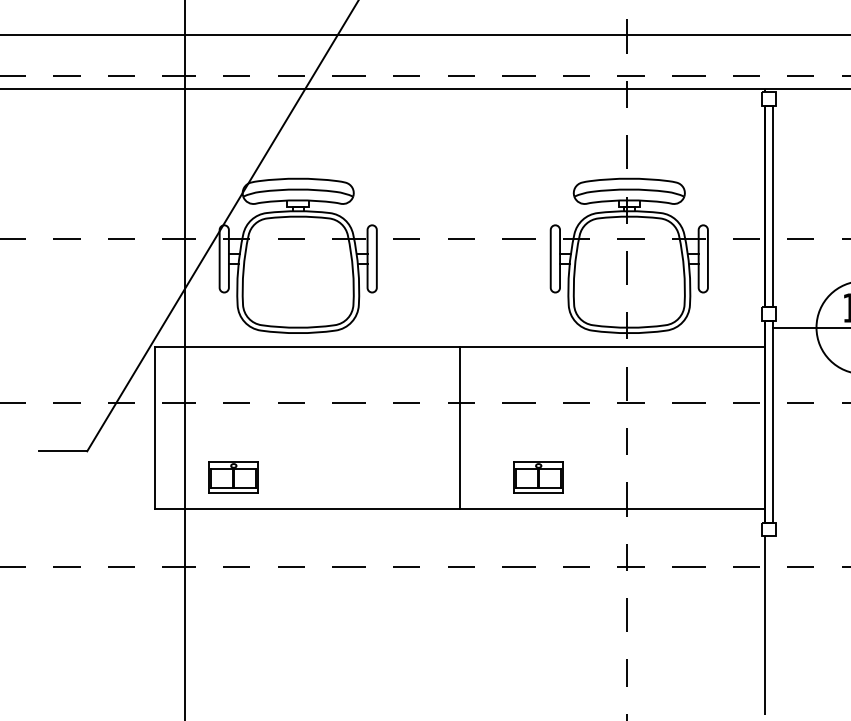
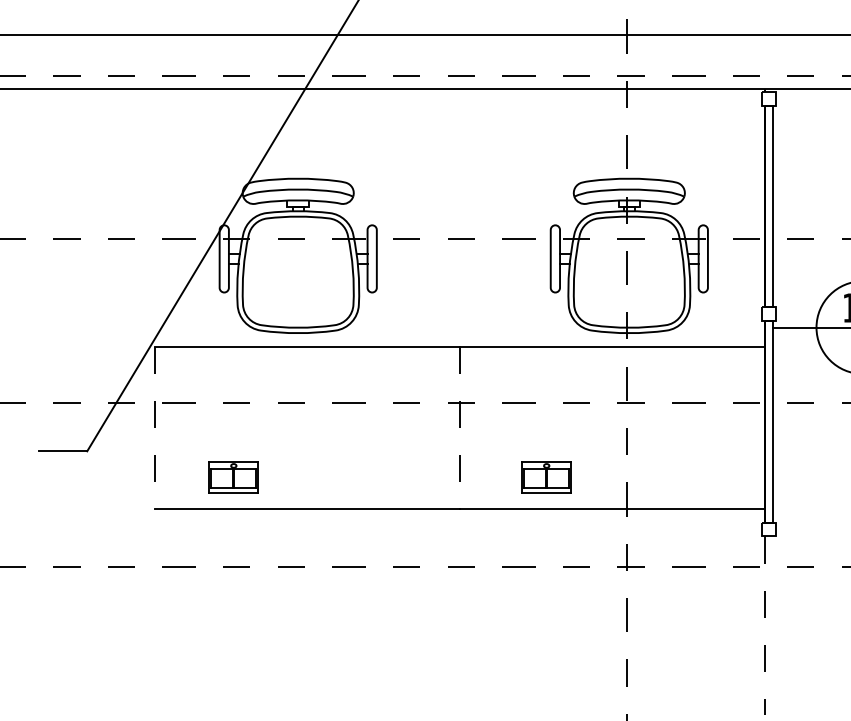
line at (184, 359): present -> none
line at (155, 428): solid -> dashed
line at (459, 428): solid -> dashed
part at (538, 477) position: (538, 477) -> (546, 477)
line at (764, 626): solid -> dashed
